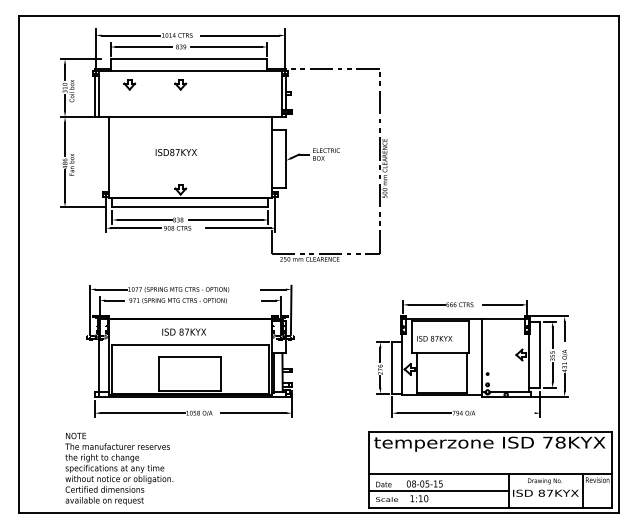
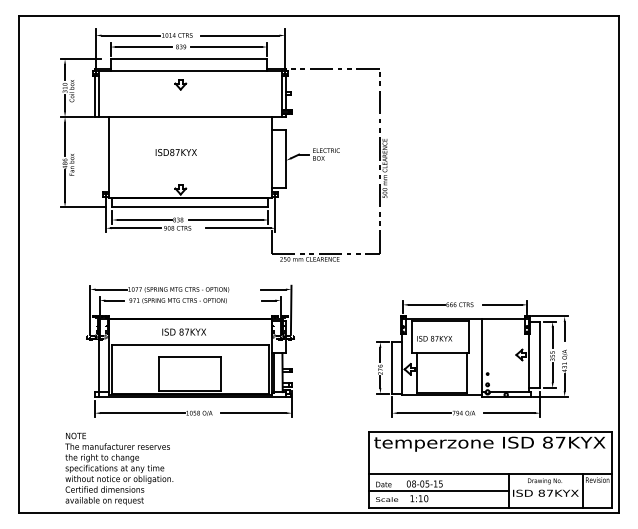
part at (129, 84): present -> none
line at (509, 413): none -> present
text at (554, 442): 78KYX -> 87KYX
